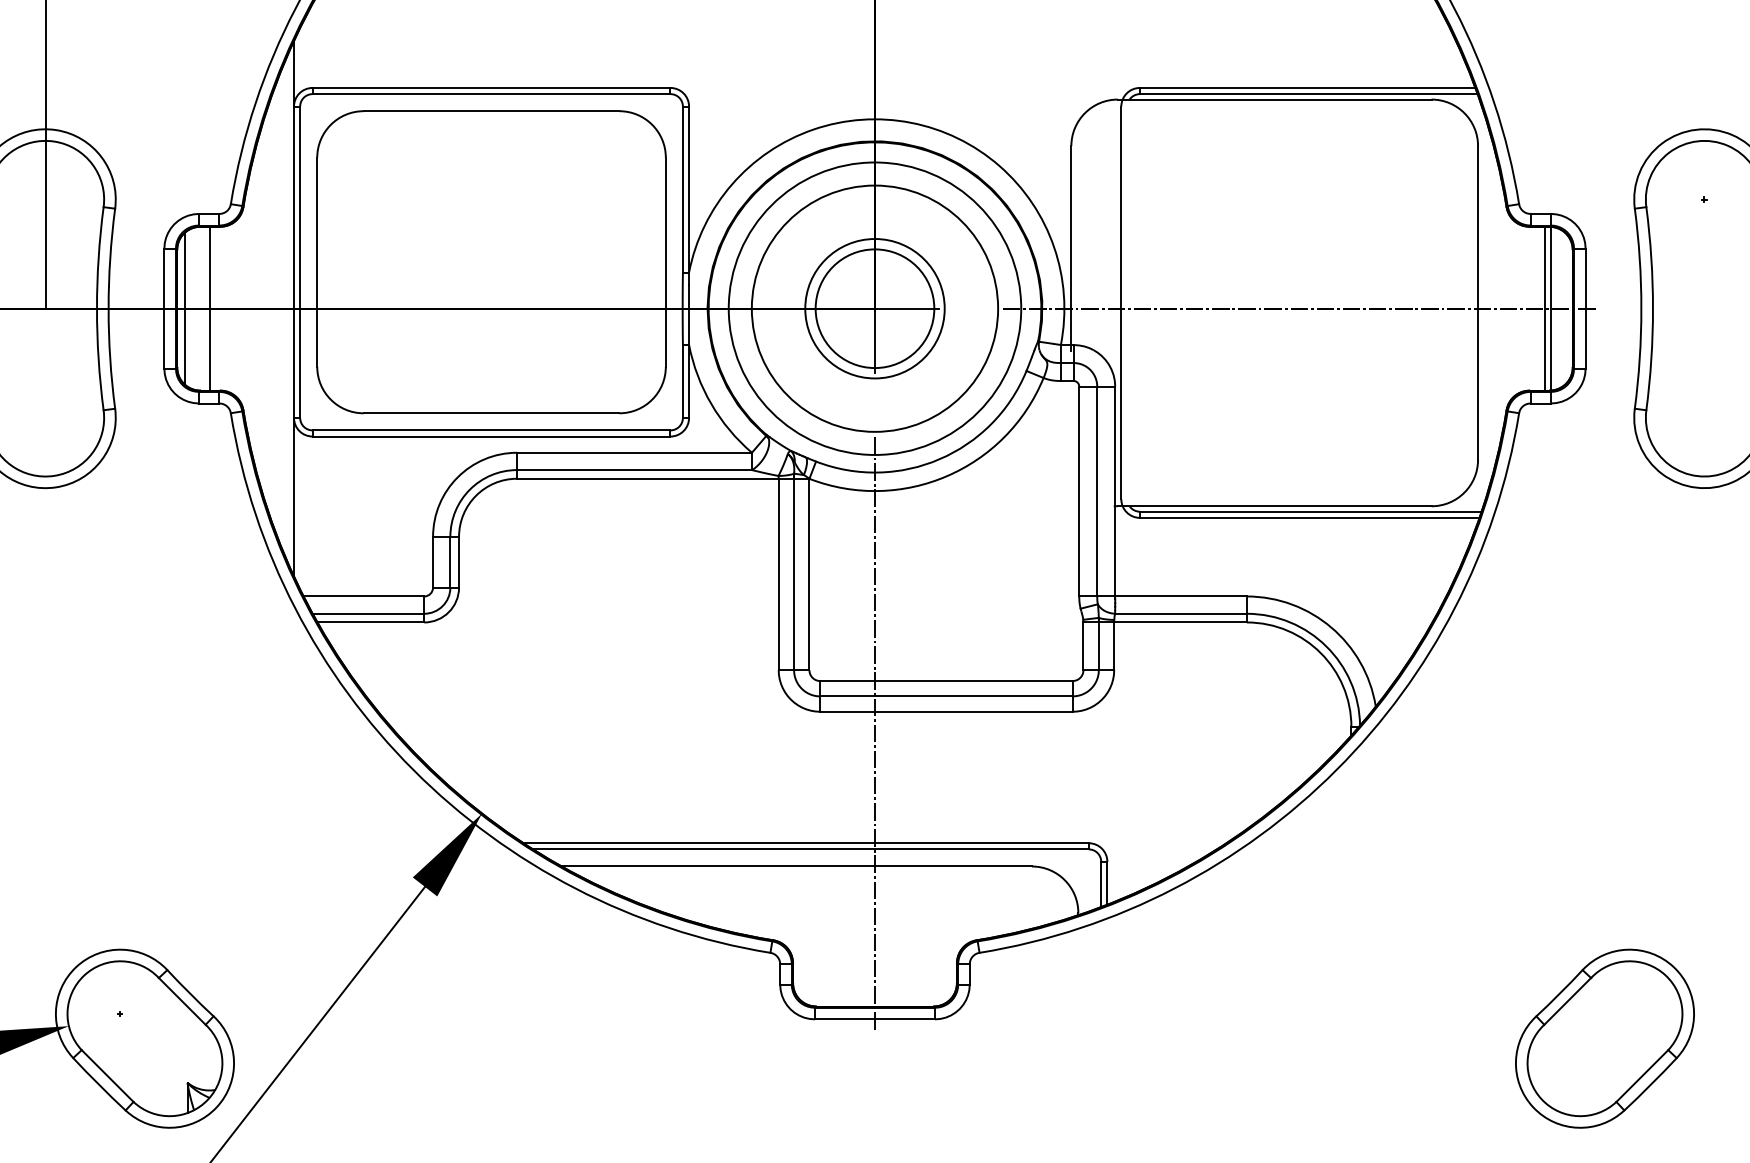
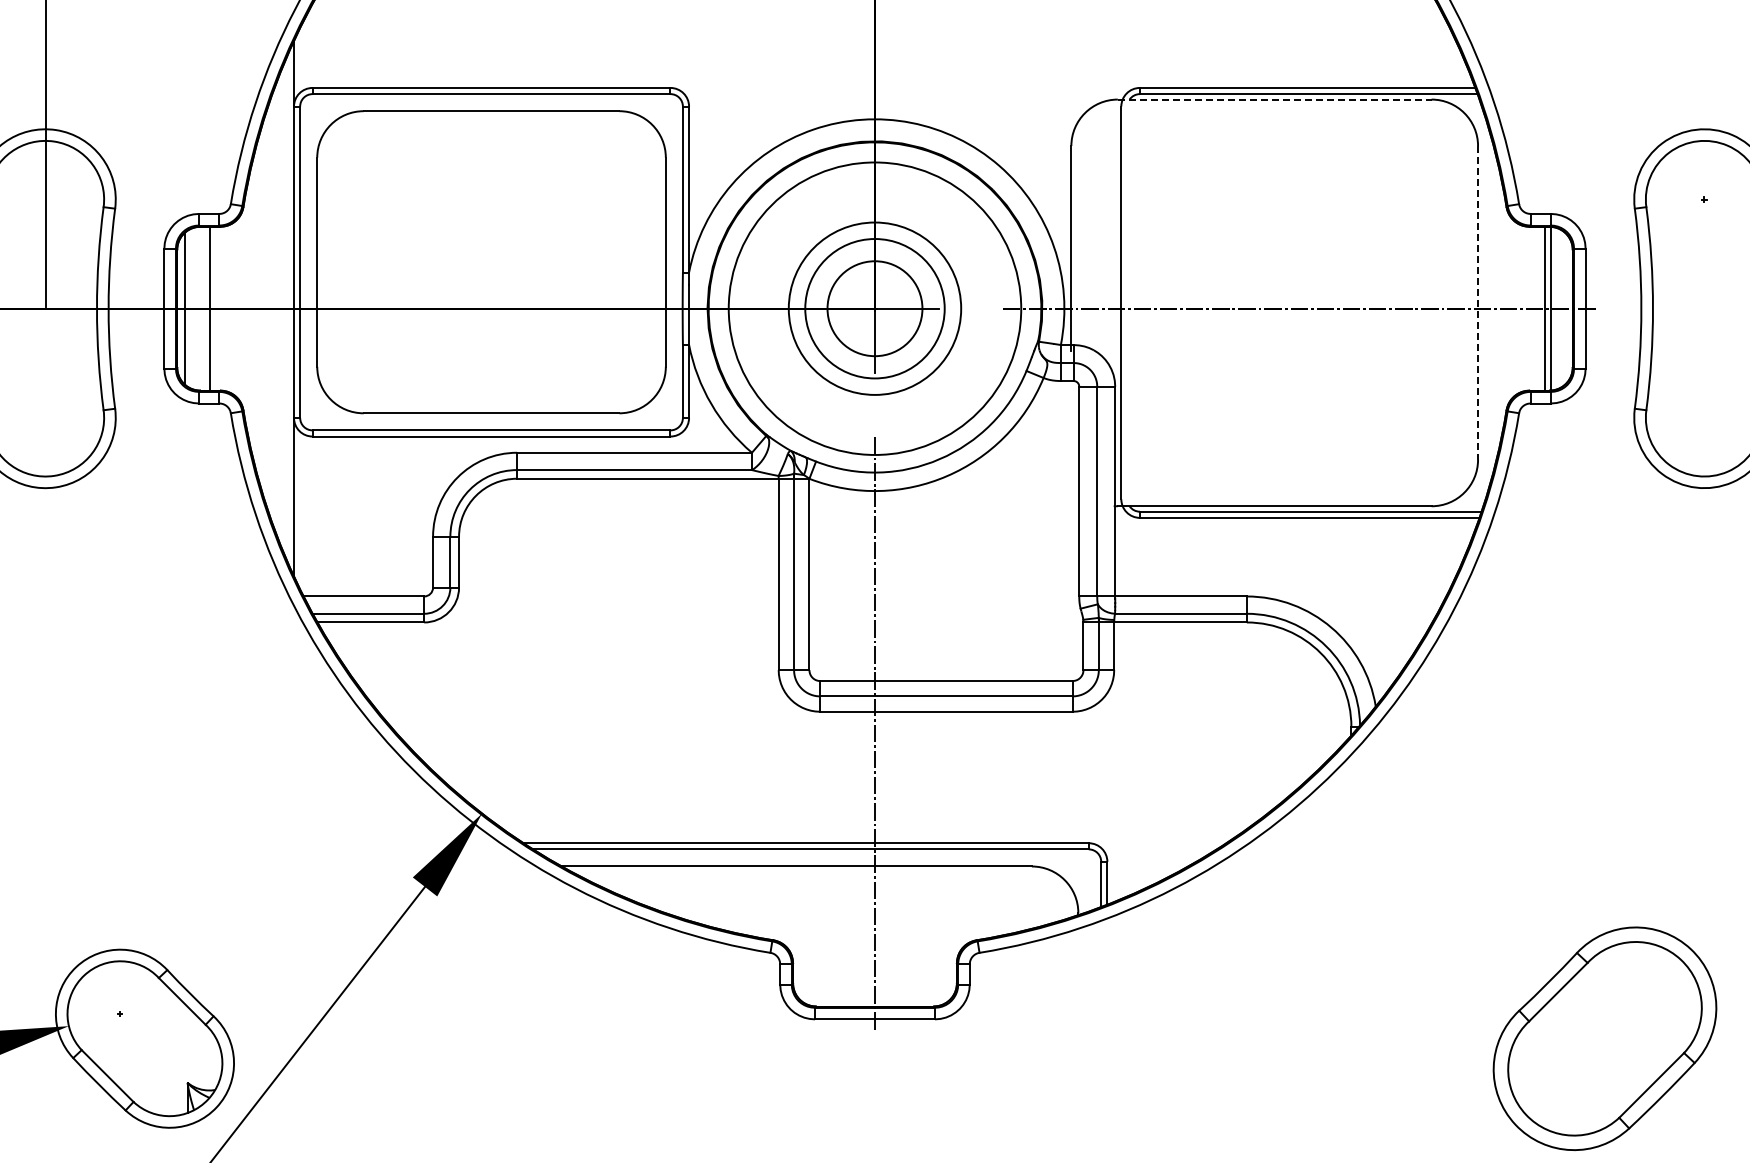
line at (1274, 99): solid -> dashed
line at (1478, 302): solid -> dashed
circle at (874, 308) diameter: 119 px -> 95 px
circle at (874, 308) diameter: 246 px -> 172 px
part at (1604, 1038) size: 180x181 px -> 226x225 px
